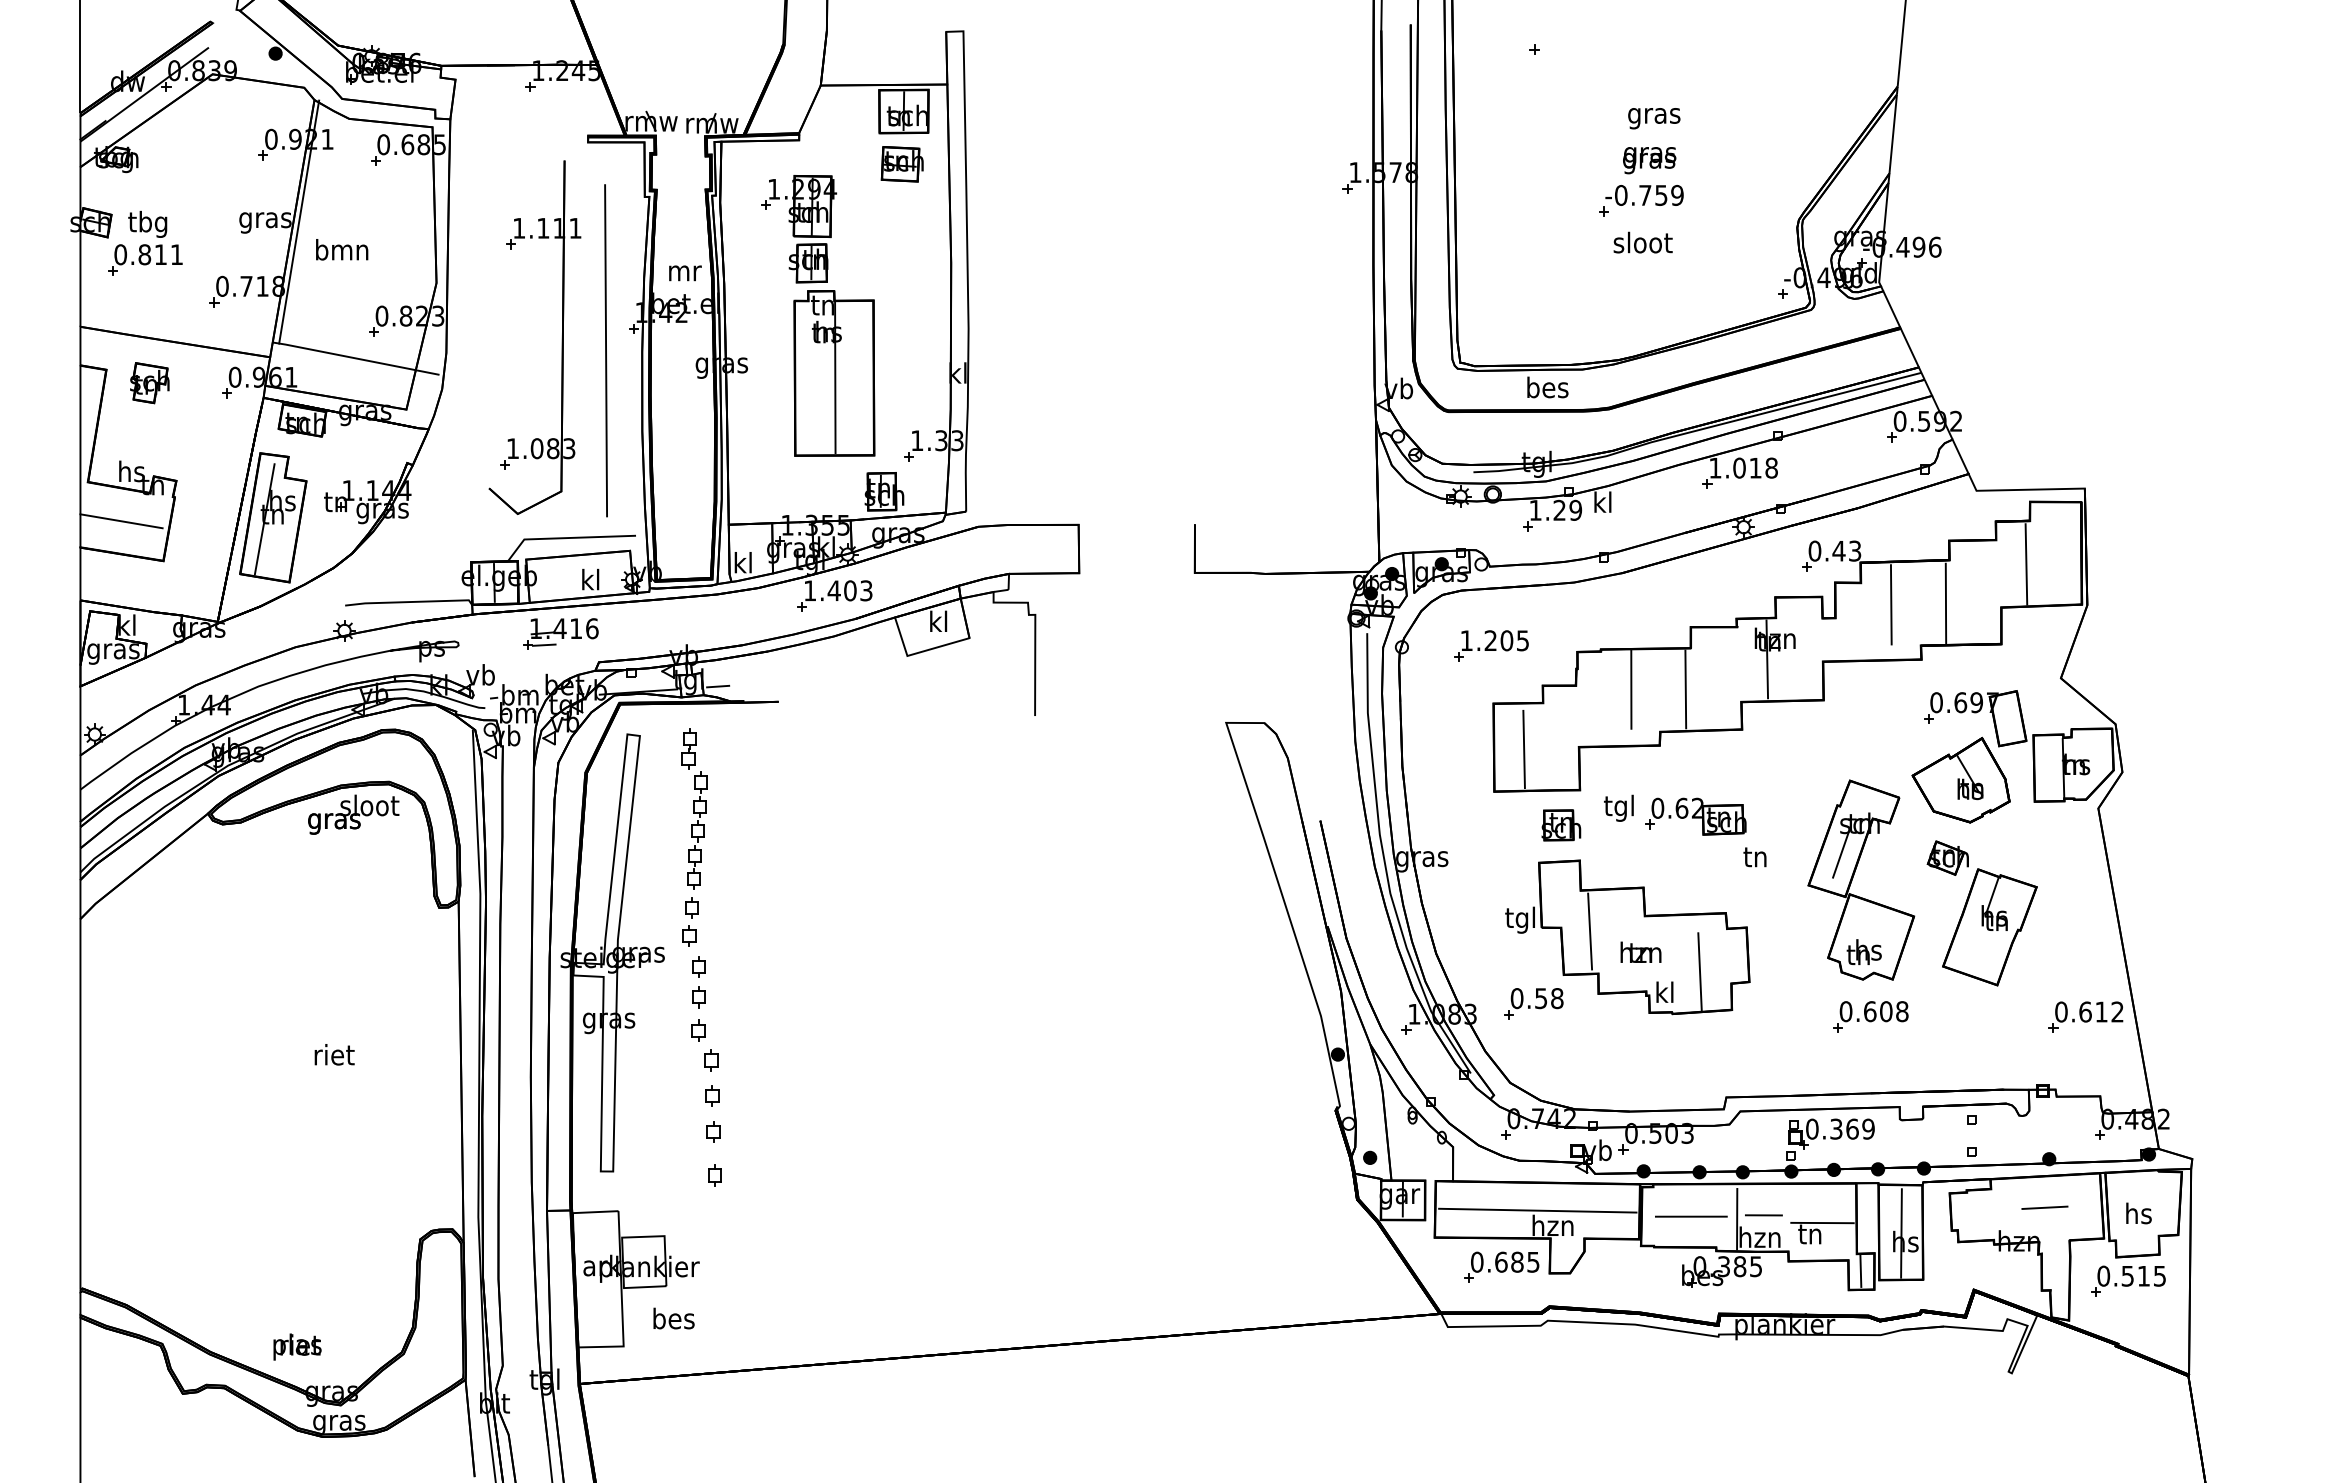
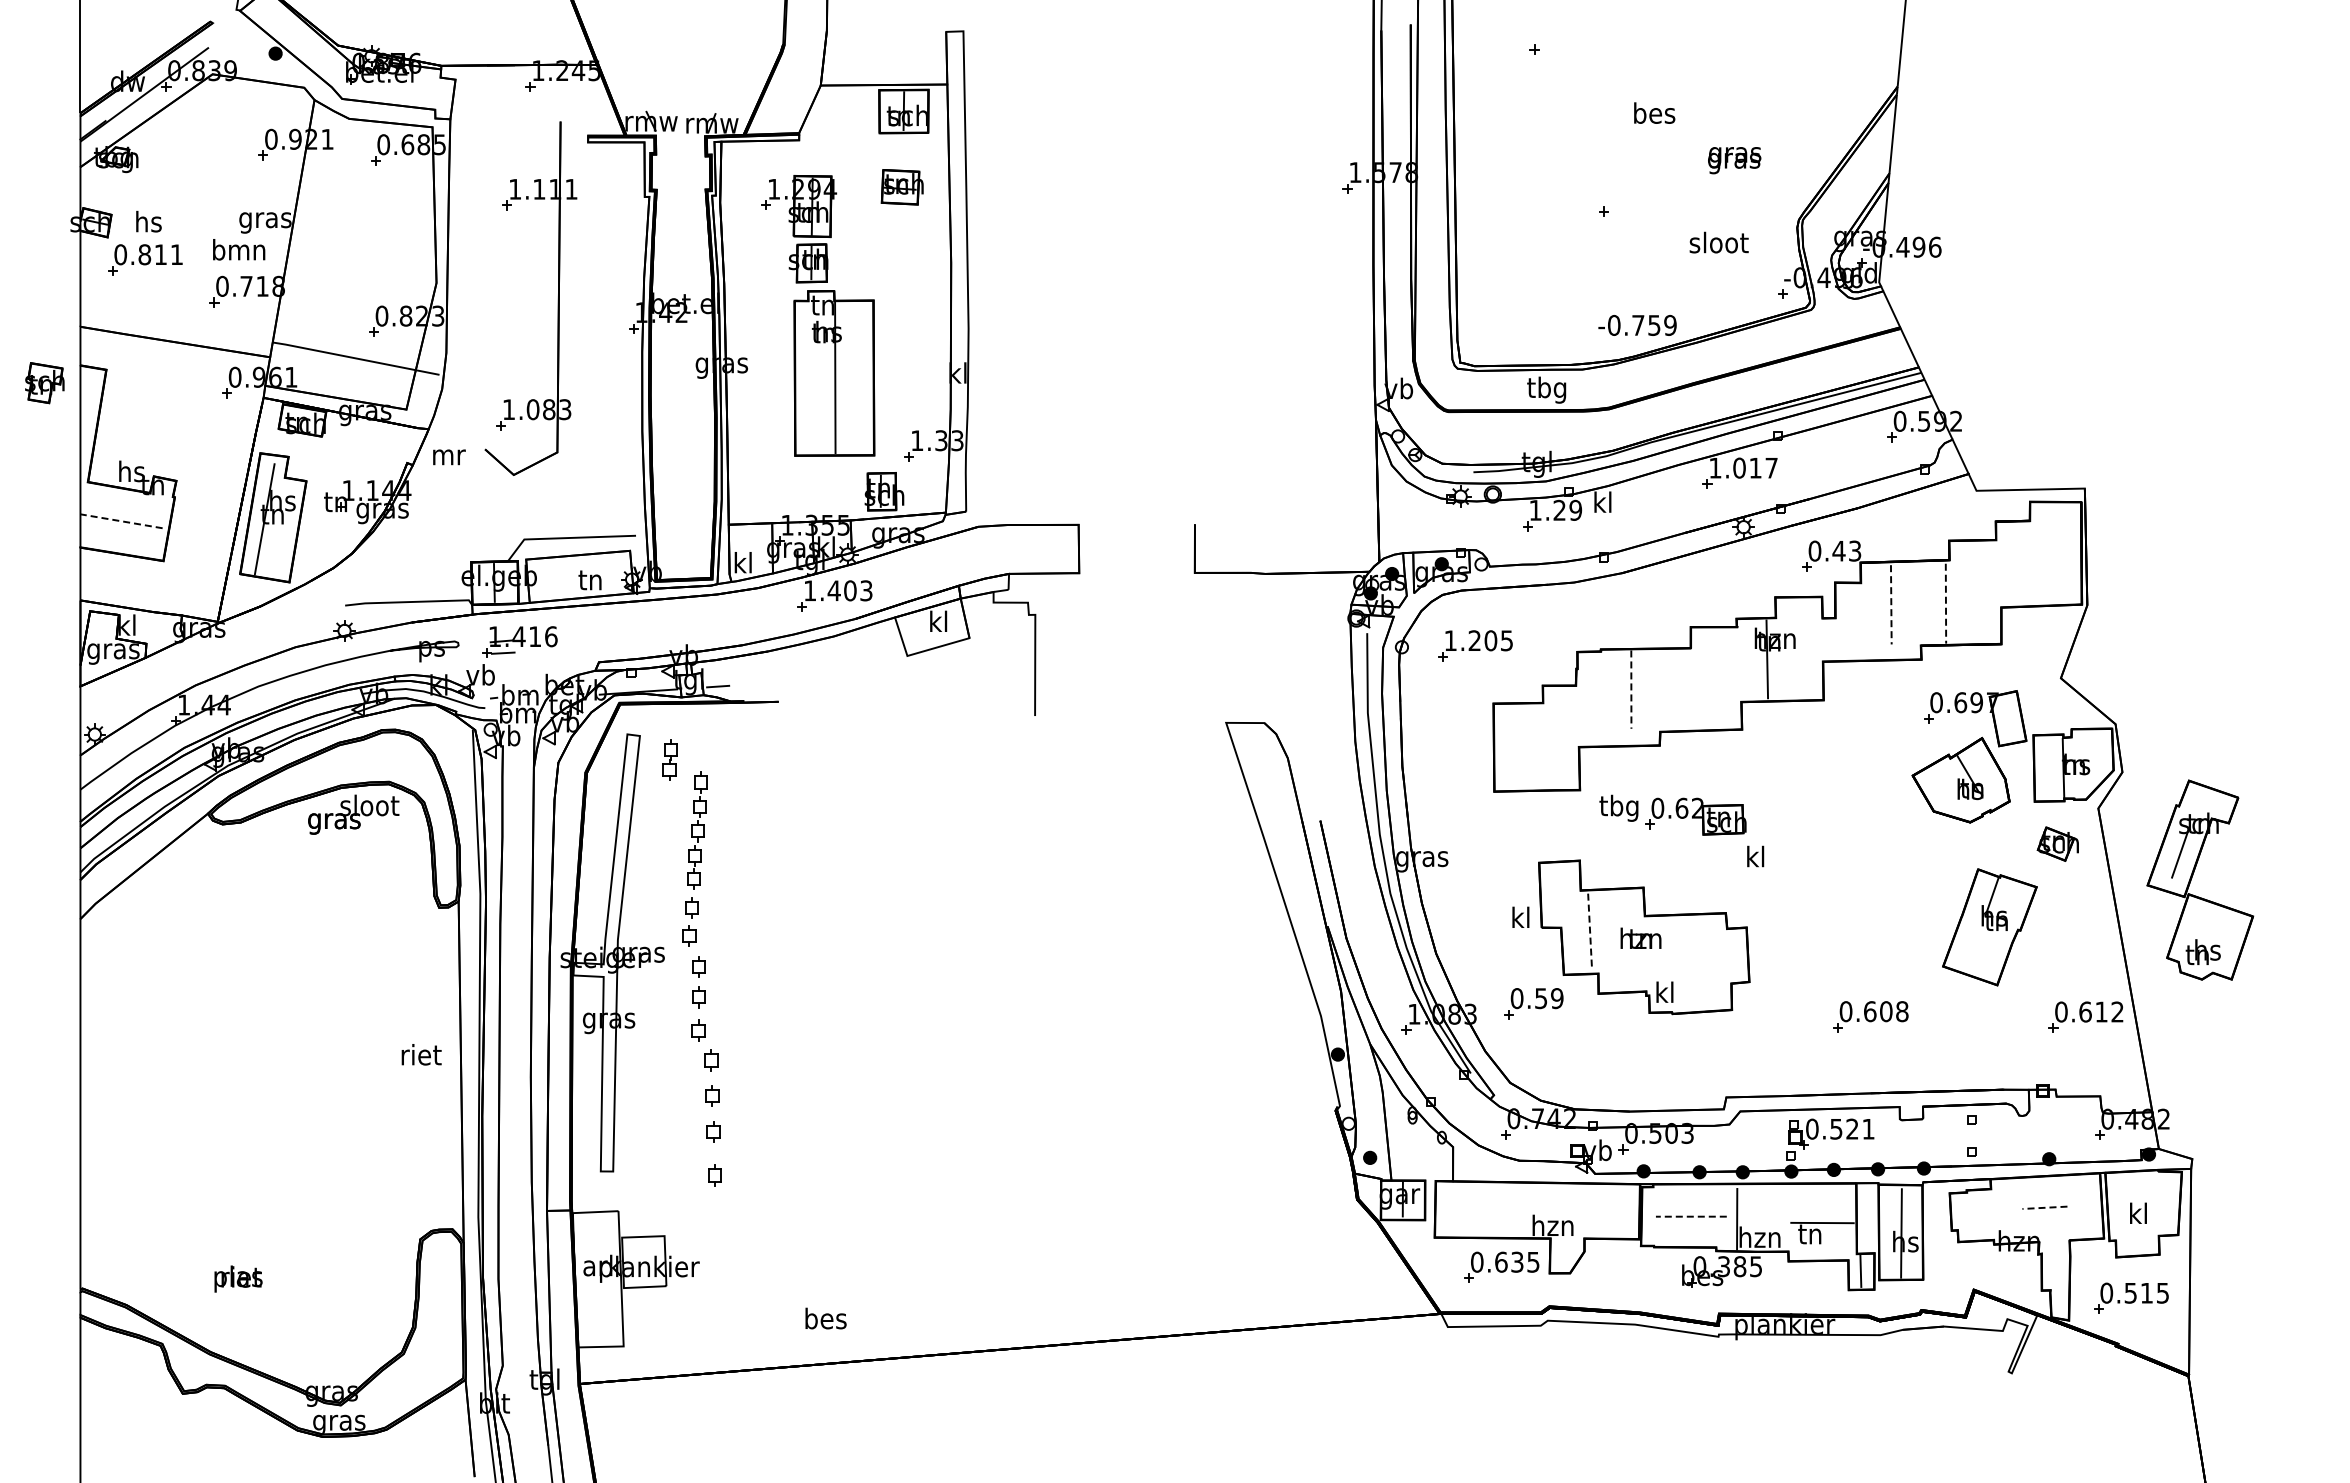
text at (1654, 115): gras -> bes
text at (1649, 160) position: (1649, 160) -> (1734, 160)
part at (901, 164) position: (901, 164) -> (901, 187)
text at (1644, 195) position: (1644, 195) -> (1637, 325)
line at (299, 221): present -> none
text at (147, 223): tbg -> hs
text at (1642, 242) position: (1642, 242) -> (1718, 242)
text at (342, 249) position: (342, 249) -> (239, 249)
text at (685, 273) position: (685, 273) -> (449, 457)
part at (561, 337) position: (561, 337) -> (557, 298)
line at (606, 350): present -> none
part at (149, 383) position: (149, 383) -> (44, 383)
text at (1547, 389): bes -> tbg
text at (1771, 467): 1.018 -> 1.017
line at (121, 521): solid -> dashed
line at (2026, 564): present -> none
text at (589, 579): kl -> tn
line at (1945, 603): solid -> dashed
line at (1891, 604): solid -> dashed
part at (560, 633) position: (560, 633) -> (519, 641)
part at (1491, 645) position: (1491, 645) -> (1475, 645)
line at (1685, 689): present -> none
line at (1631, 690): solid -> dashed
part at (688, 748) position: (688, 748) -> (669, 759)
line at (1523, 749): present -> none
text at (1618, 807): tgl -> tbg
part at (1561, 825): present -> none
text at (1754, 856): tn -> kl
part at (1947, 857) position: (1947, 857) -> (2057, 843)
part at (1854, 875) position: (1854, 875) -> (2193, 875)
text at (1519, 919): tgl -> kl
line at (1590, 931): solid -> dashed
text at (1640, 951) position: (1640, 951) -> (1640, 937)
line at (1699, 971): present -> none
text at (1557, 998): 0.58 -> 0.59
text at (334, 1054) position: (334, 1054) -> (421, 1054)
text at (1852, 1128): 0.369 -> 0.521
line at (2044, 1207): solid -> dashed
line at (1537, 1210): present -> none
text at (2138, 1213): hs -> kl
line at (1763, 1215): present -> none
line at (1690, 1216): solid -> dashed
text at (1517, 1261): 0.685 -> 0.635
part at (2128, 1280) position: (2128, 1280) -> (2131, 1297)
text at (673, 1318) position: (673, 1318) -> (825, 1318)
text at (297, 1346) position: (297, 1346) -> (238, 1278)
